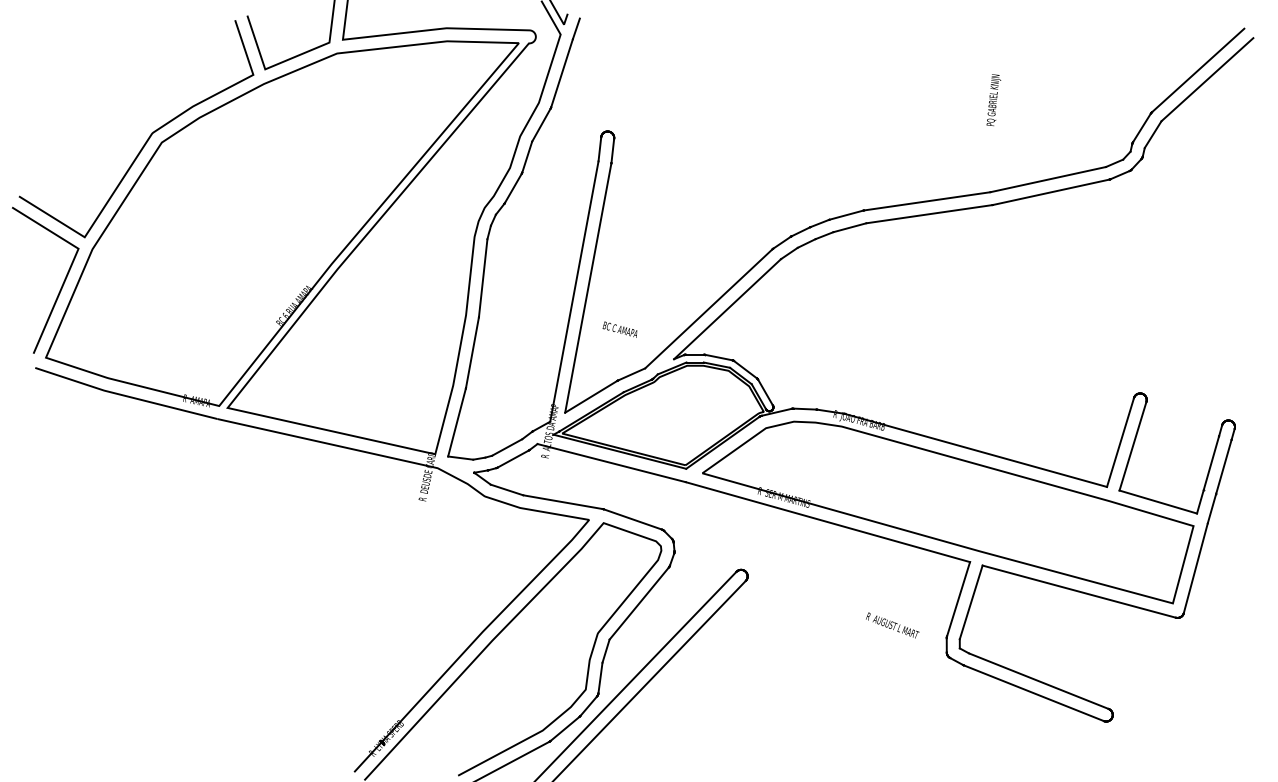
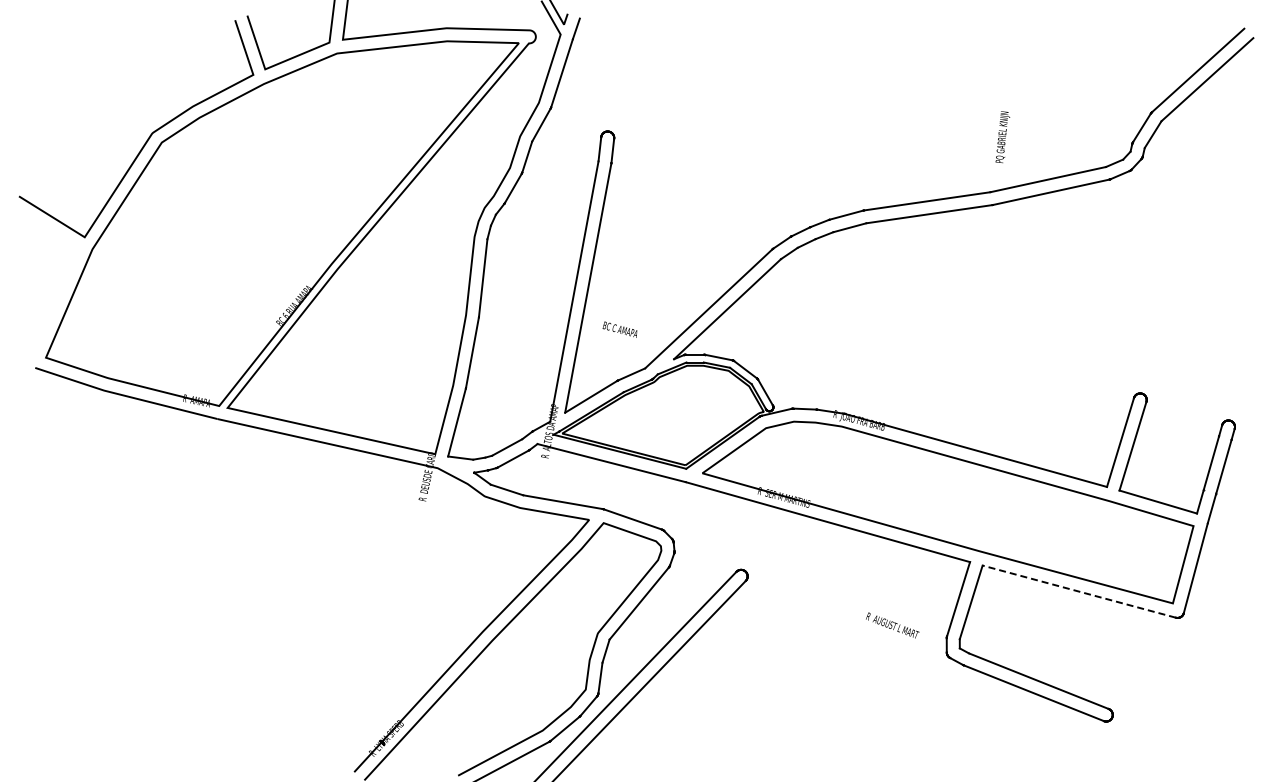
text at (993, 100) position: (993, 100) -> (1002, 137)
line at (61, 285): present -> none
line at (1078, 591): solid -> dashed
